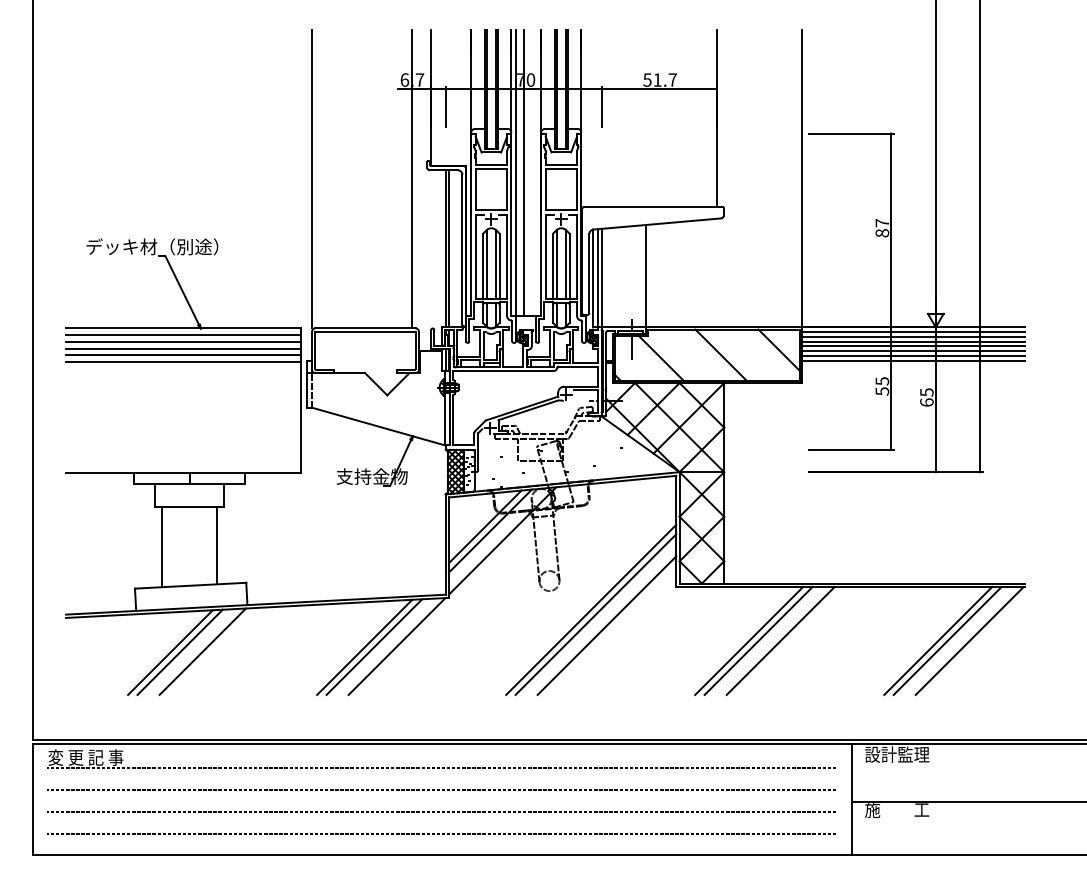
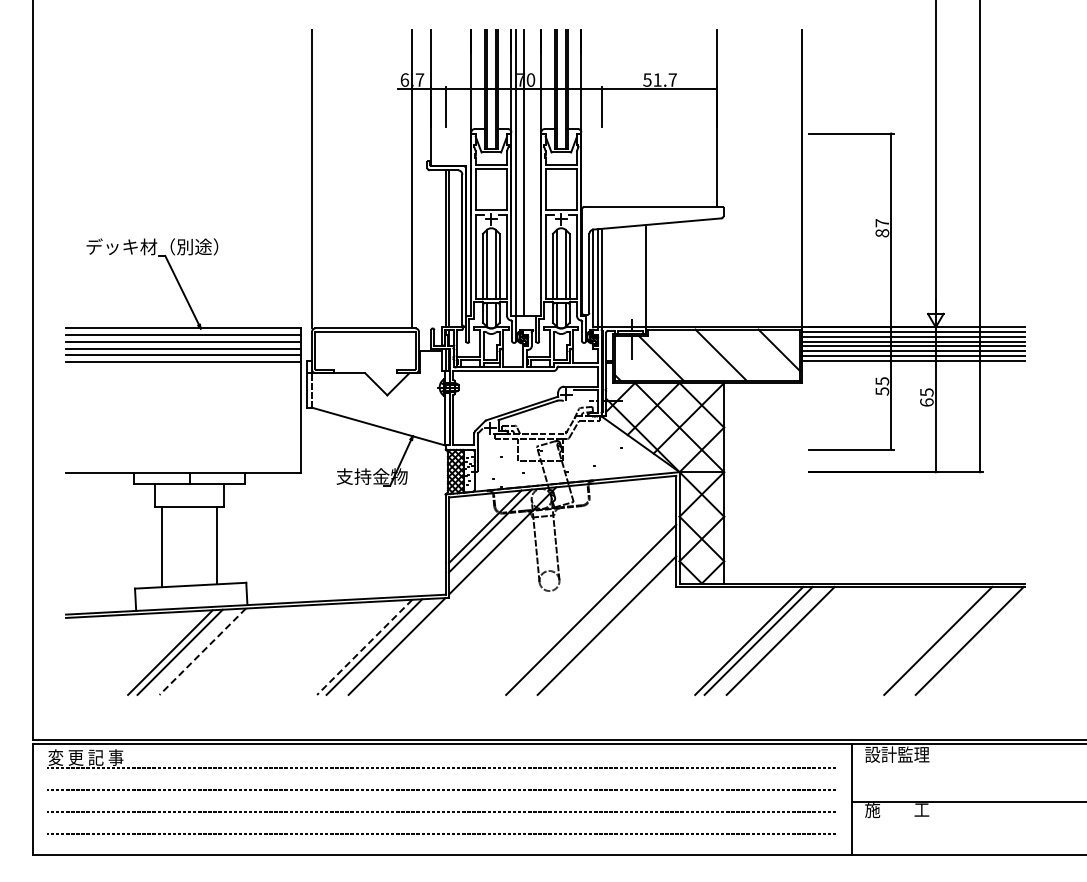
line at (595, 614): present -> none
line at (947, 640): present -> none
line at (364, 647): solid -> dashed
line at (202, 652): solid -> dashed
